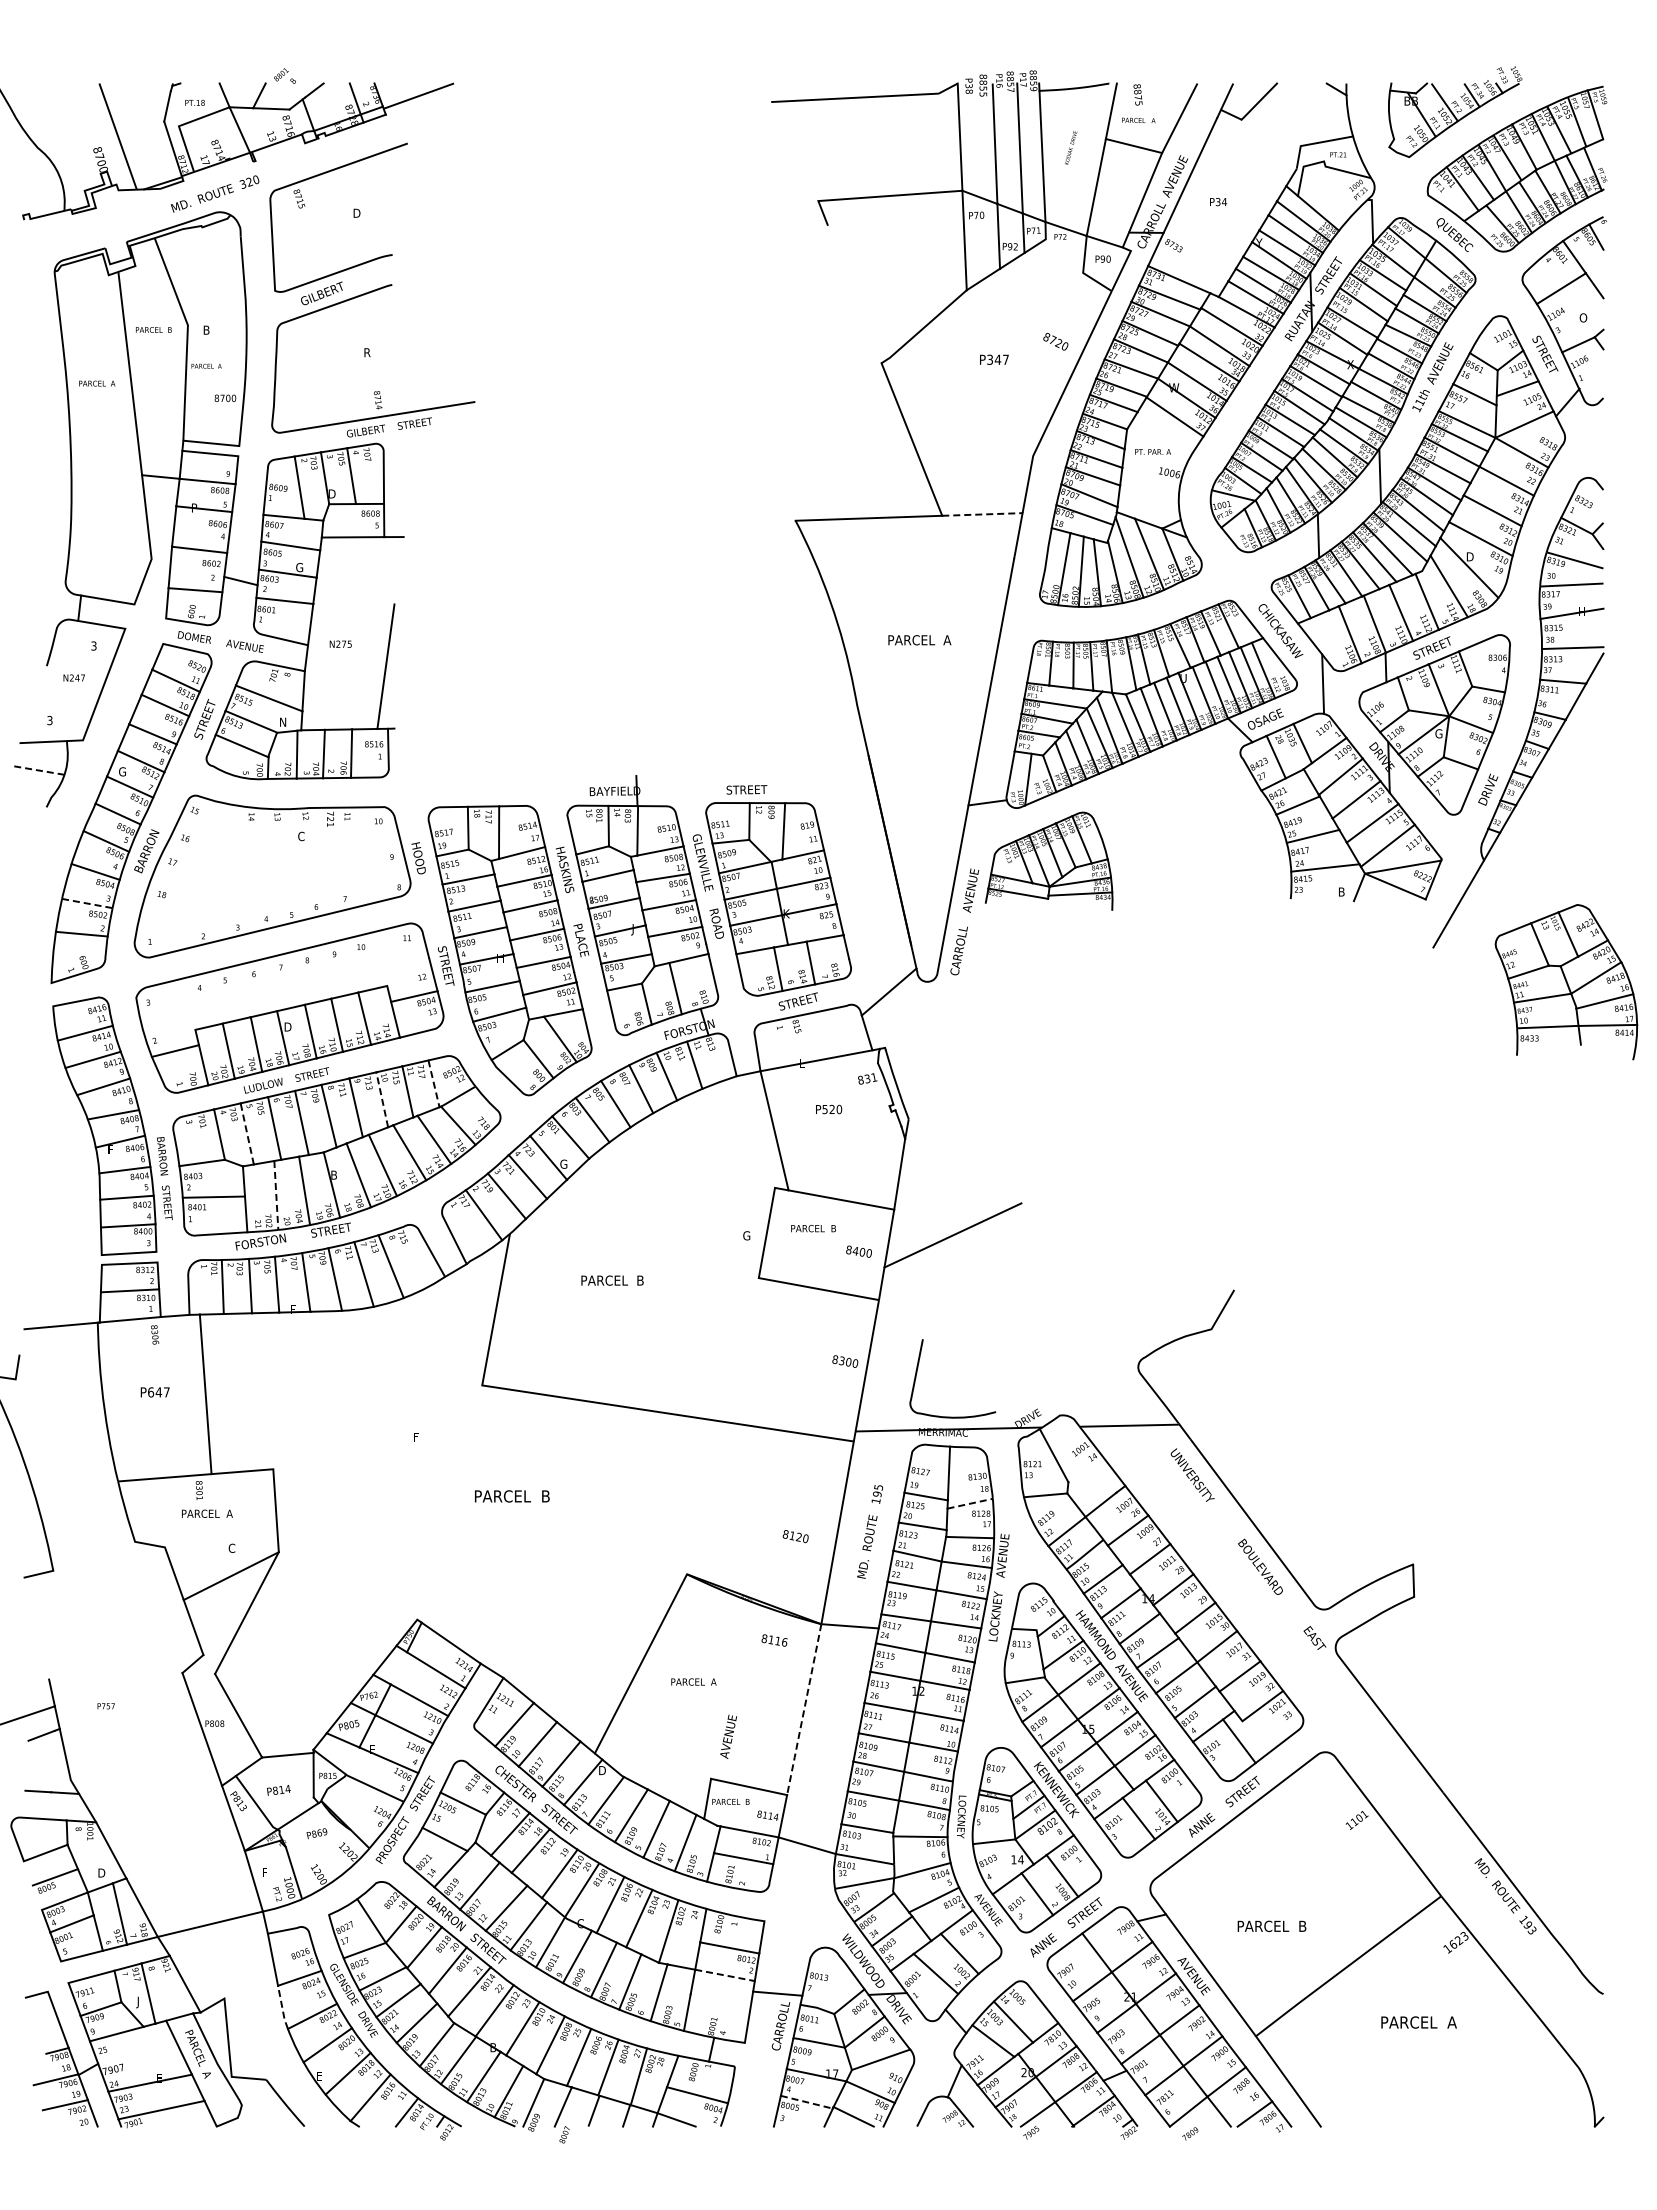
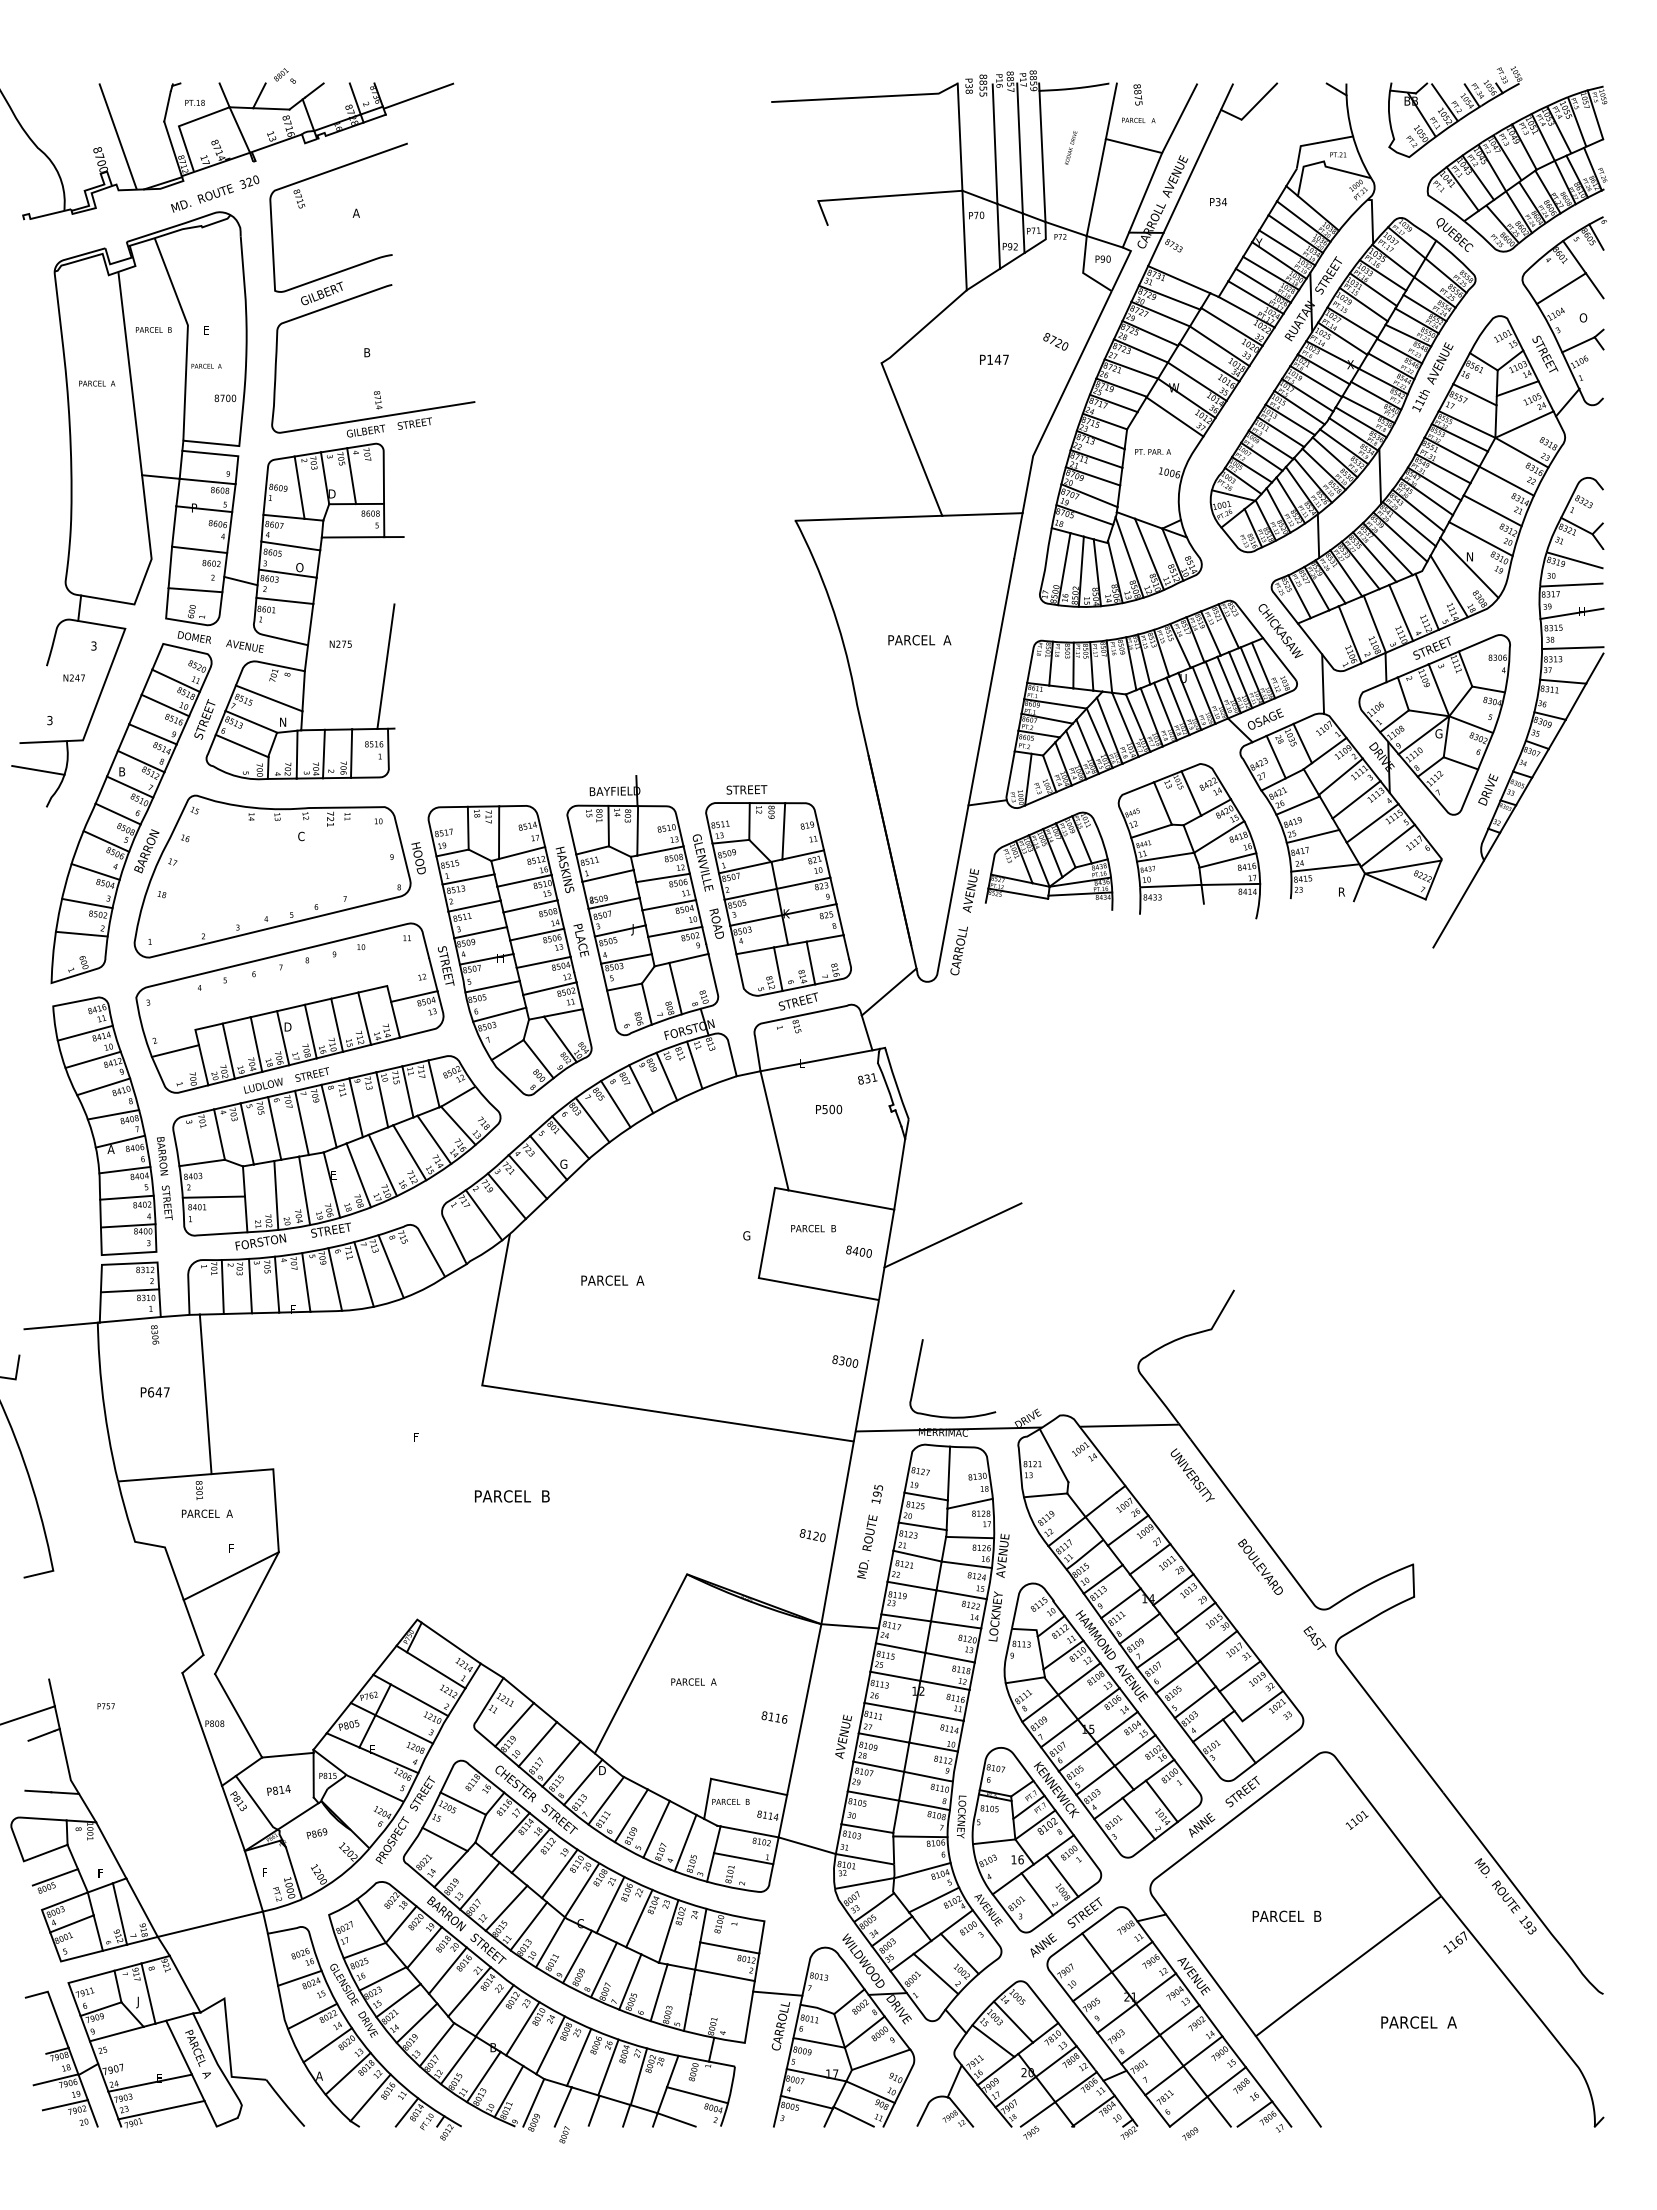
text at (356, 212): D -> A
text at (206, 329): B -> E
text at (367, 352): R -> B
text at (989, 359): P347 -> P147
line at (982, 514): dashed -> solid
text at (1470, 556): D -> N
text at (301, 567): G -> O
line at (38, 770): dashed -> solid
text at (122, 771): G -> B
text at (1342, 892): B -> R
line at (87, 903): dashed -> solid
part at (1566, 982) position: (1566, 982) -> (1189, 841)
line at (434, 1084): dashed -> solid
line at (382, 1099): dashed -> solid
text at (831, 1109): P520 -> P500
line at (247, 1133): dashed -> solid
text at (110, 1149): F -> A
text at (333, 1174): B -> E
line at (276, 1195): dashed -> solid
text at (640, 1280): PARCEL  B -> PARCEL  A
line at (970, 1503): dashed -> solid
text at (795, 1536) position: (795, 1536) -> (812, 1535)
text at (231, 1547): C -> F
text at (774, 1640) position: (774, 1640) -> (774, 1717)
line at (804, 1710): dashed -> solid
text at (728, 1736) position: (728, 1736) -> (843, 1736)
text at (1020, 1859): 14 -> 16
text at (101, 1872): D -> F
text at (1271, 1925) position: (1271, 1925) -> (1286, 1915)
text at (1458, 1940): 1623 -> 1167
line at (725, 1975): dashed -> solid
line at (282, 2008): dashed -> solid
text at (319, 2075): E -> A
line at (806, 2102): dashed -> solid
